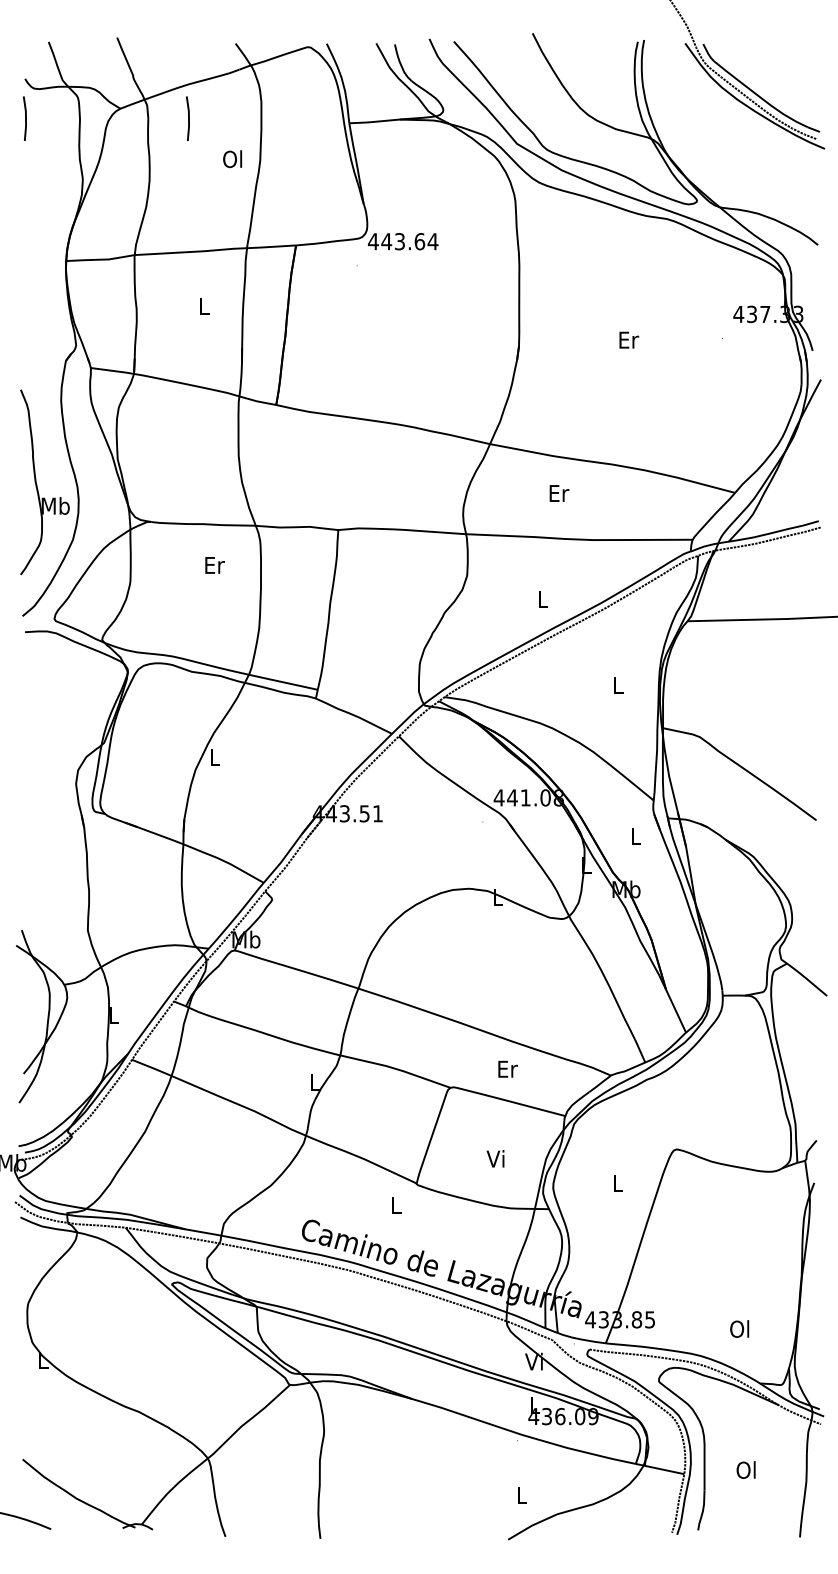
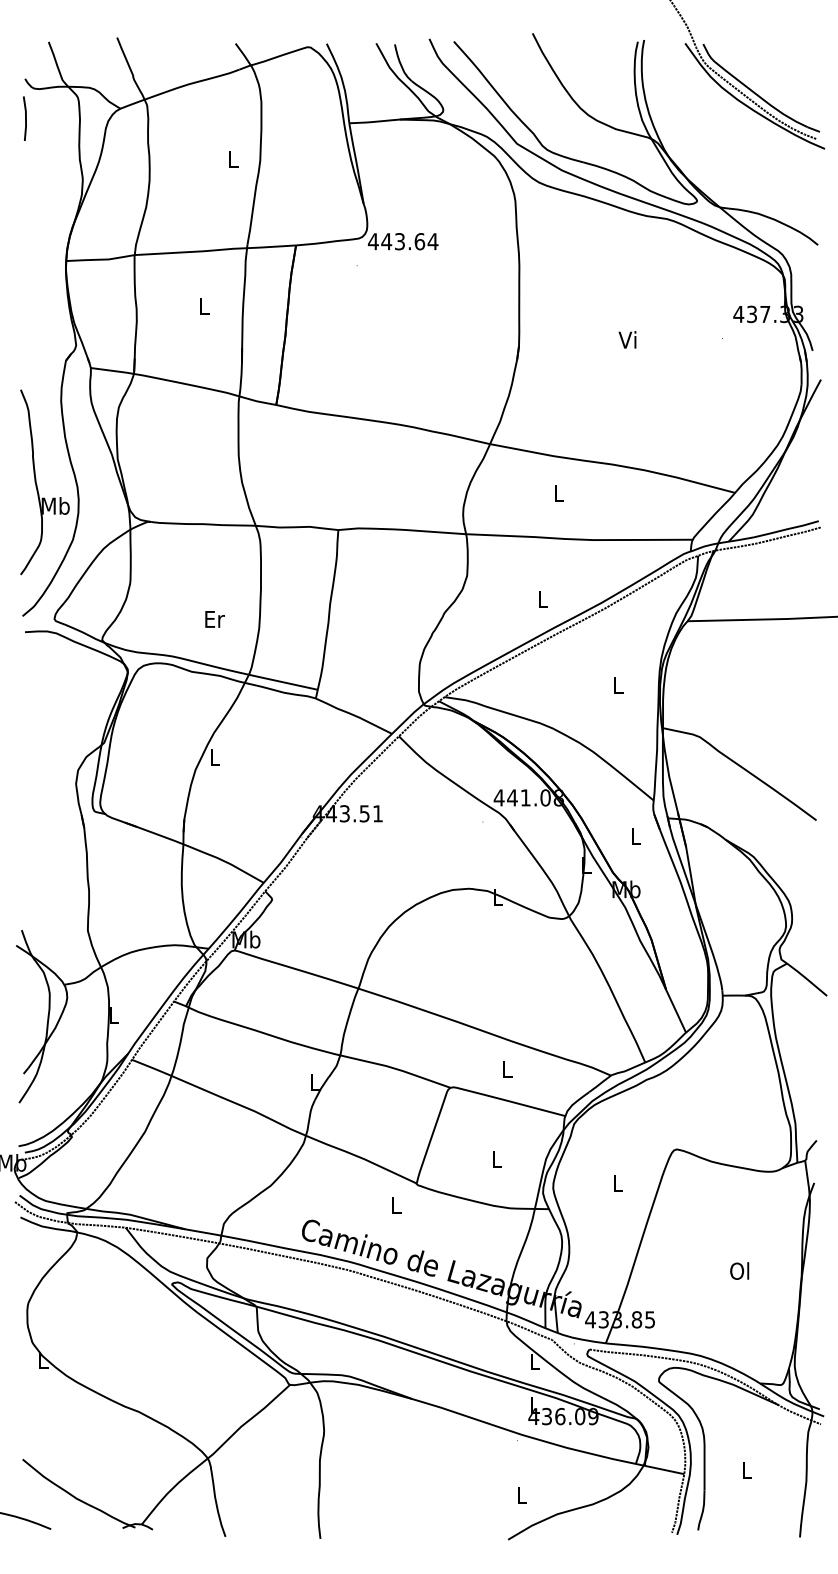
line at (188, 118): present -> none
text at (232, 159): Ol -> L
text at (628, 339): Er -> Vi
text at (559, 493): Er -> L
text at (214, 565) position: (214, 565) -> (214, 619)
text at (507, 1068): Er -> L
text at (495, 1158): Vi -> L
text at (739, 1328) position: (739, 1328) -> (739, 1270)
text at (533, 1361): Vi -> L
text at (745, 1469): Ol -> L
